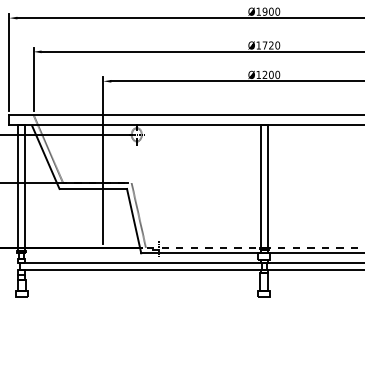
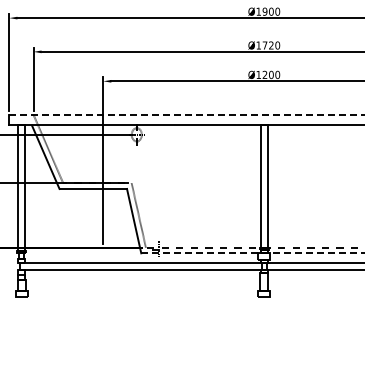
line at (187, 114): solid -> dashed
line at (253, 253): solid -> dashed
